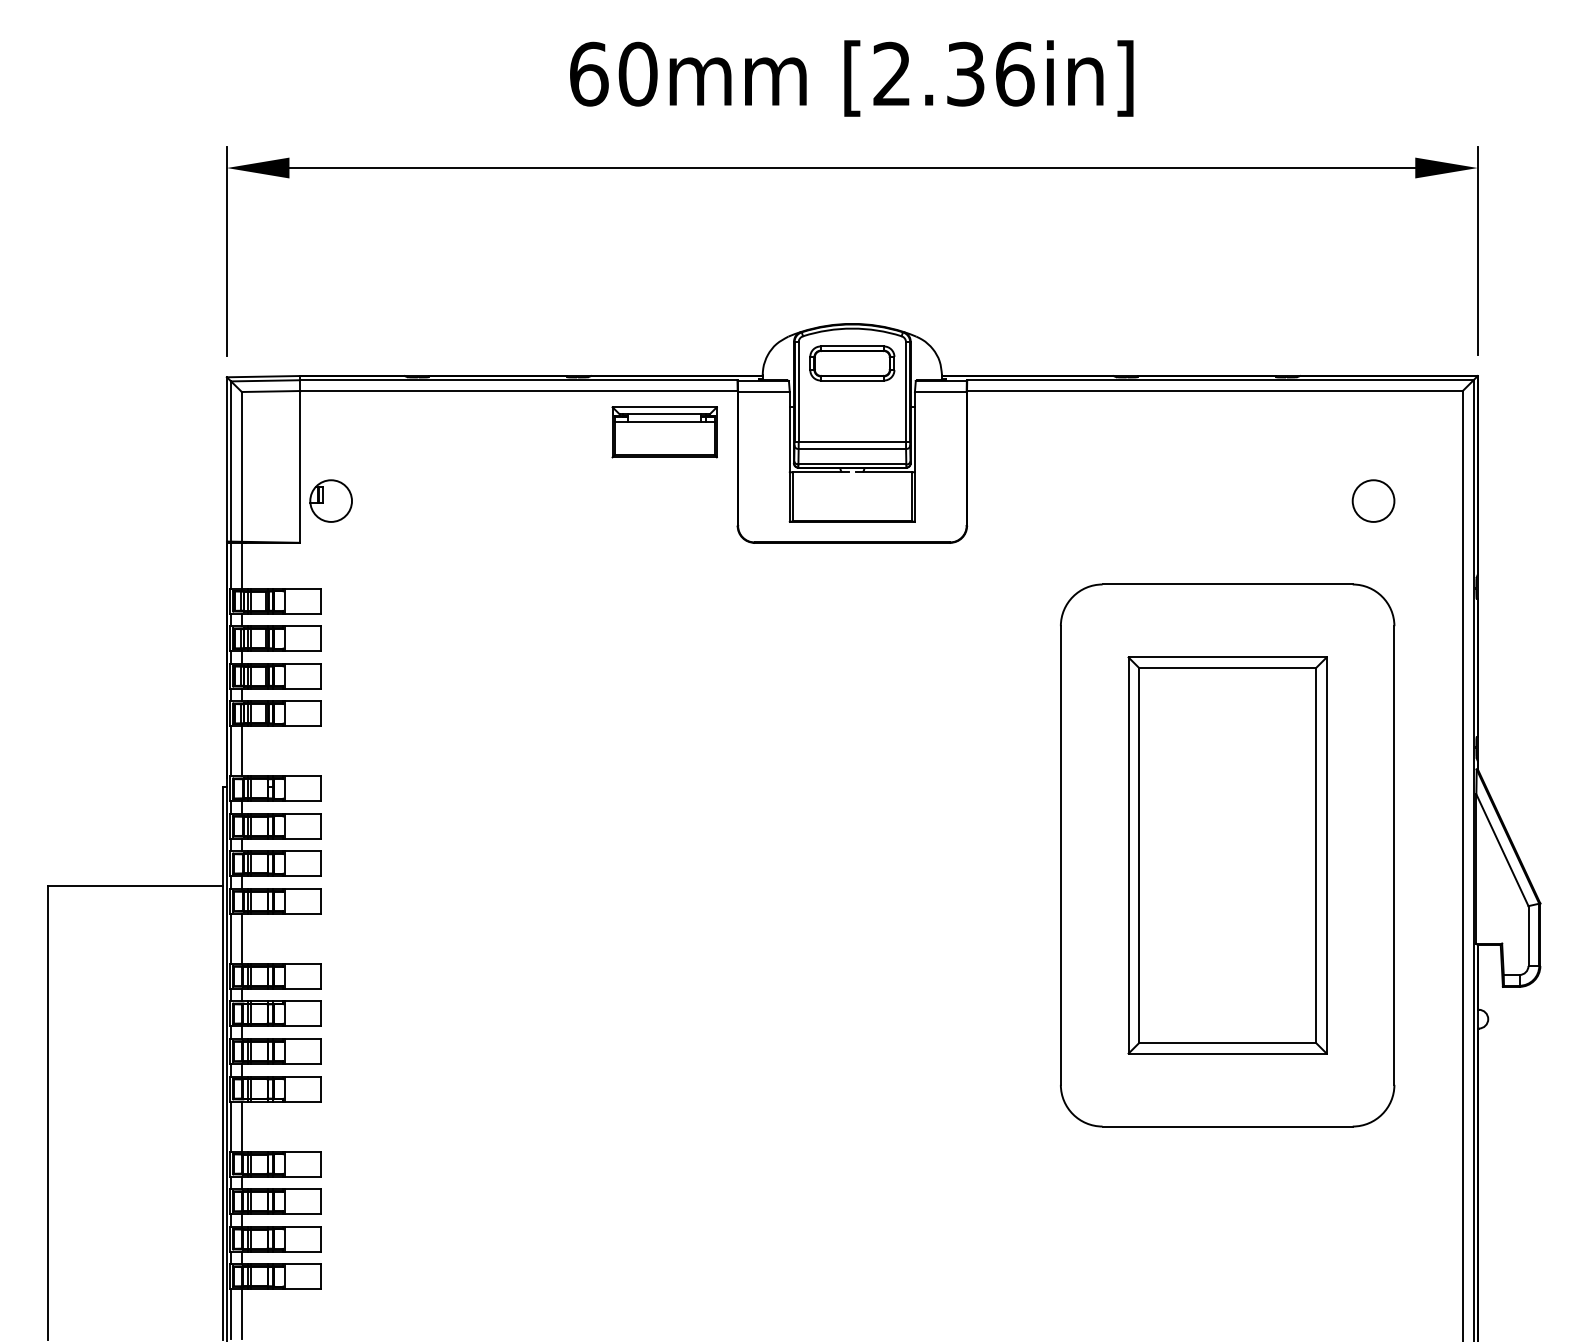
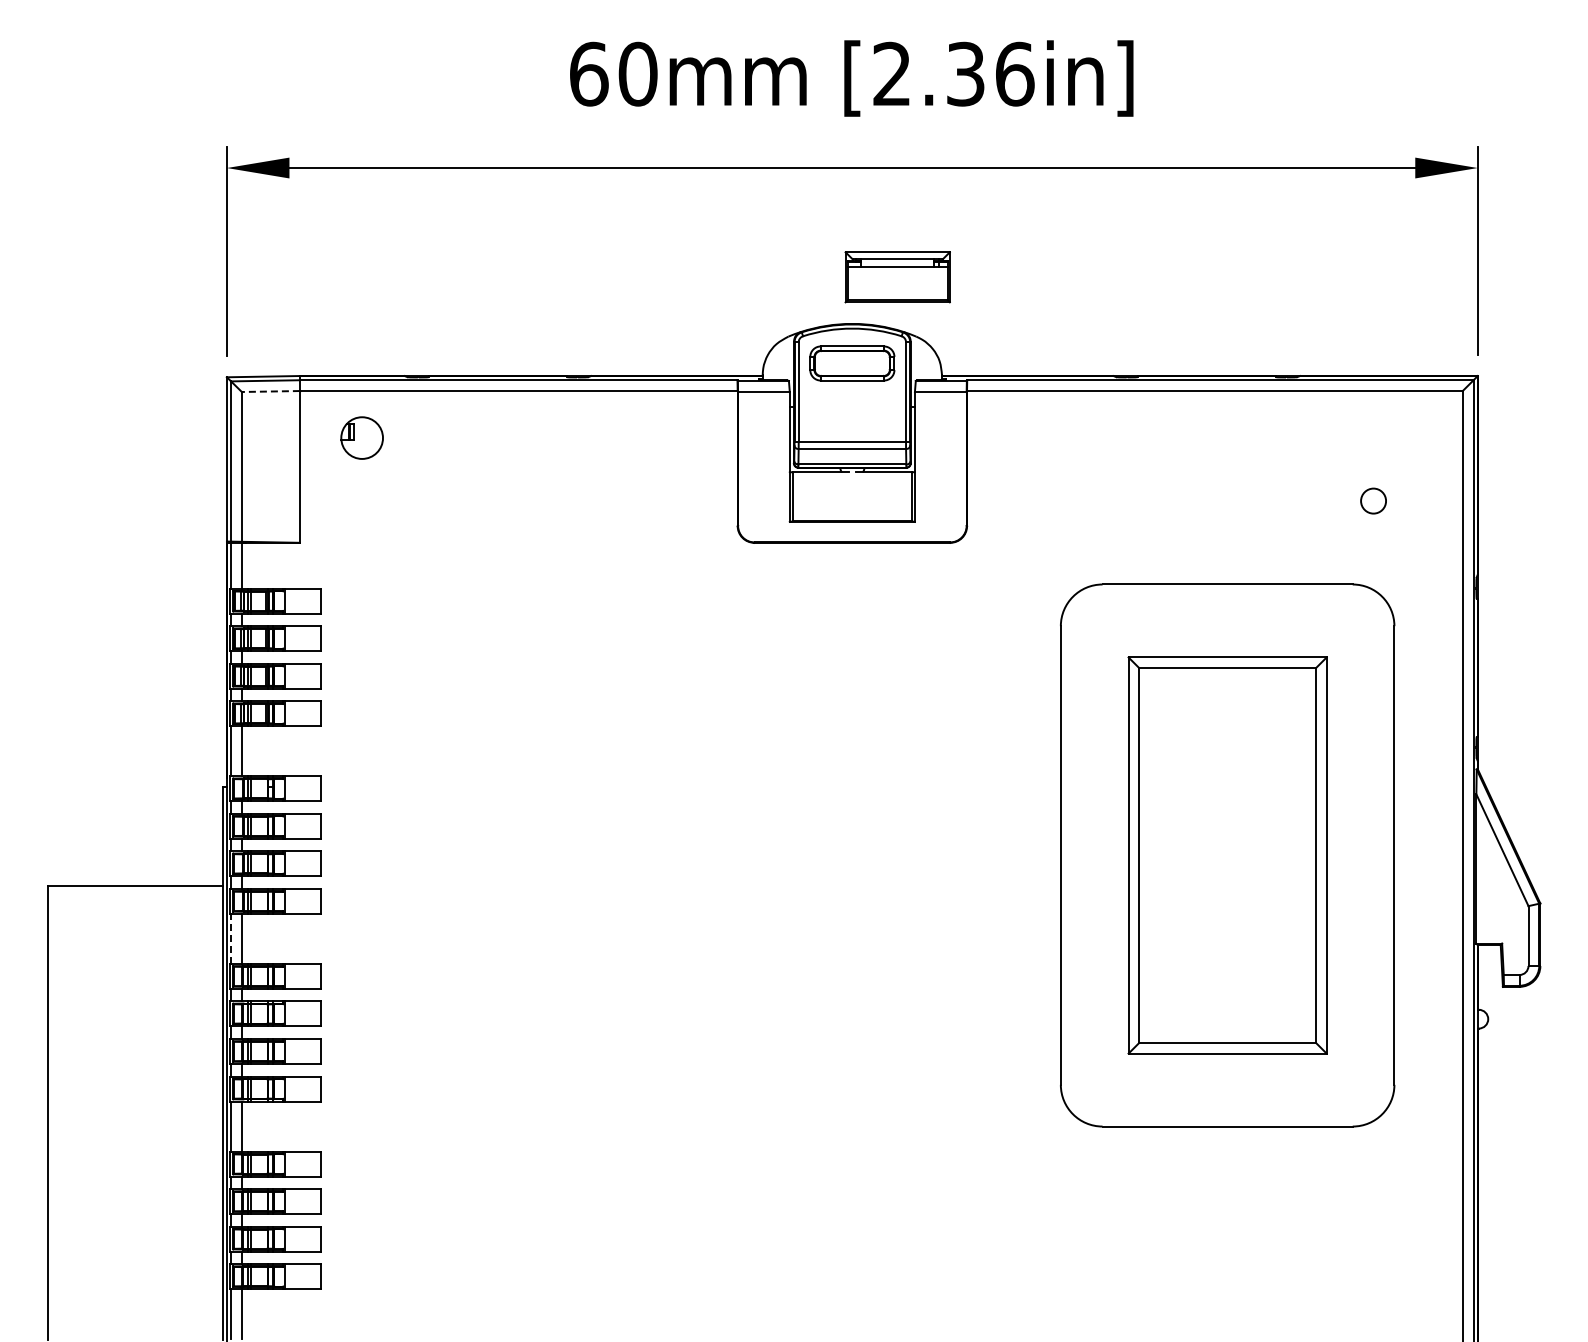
line at (270, 391): solid -> dashed
part at (664, 432) position: (664, 432) -> (897, 277)
part at (330, 500) position: (330, 500) -> (361, 437)
circle at (1373, 500) diameter: 42 px -> 25 px
line at (231, 938): solid -> dashed
